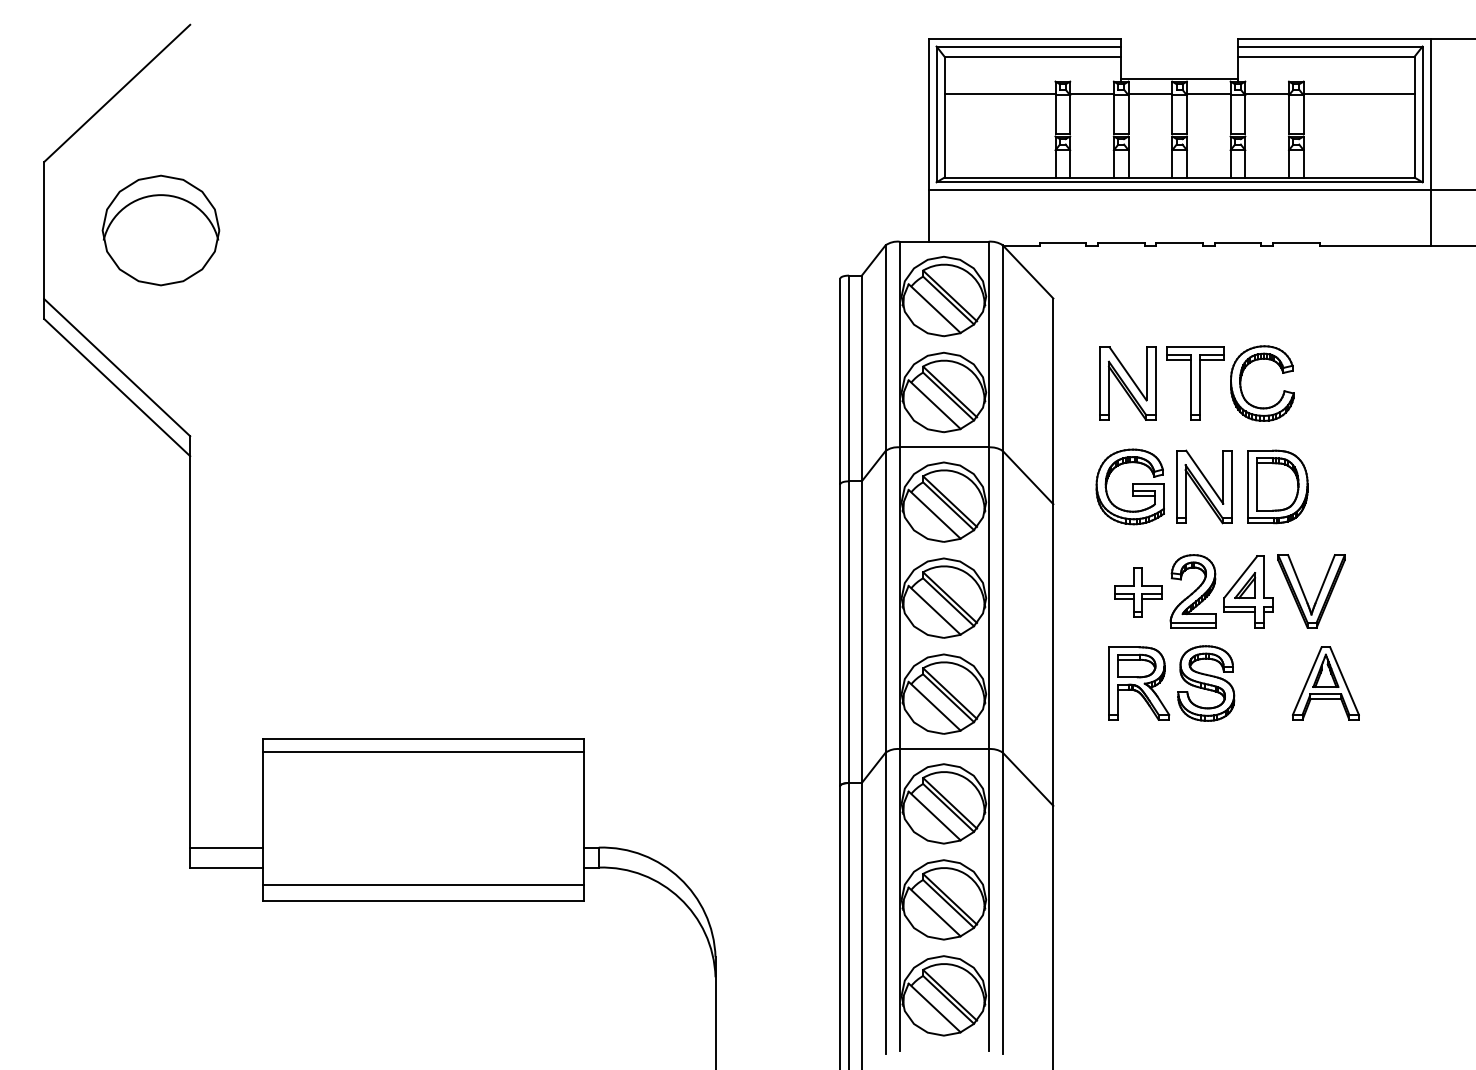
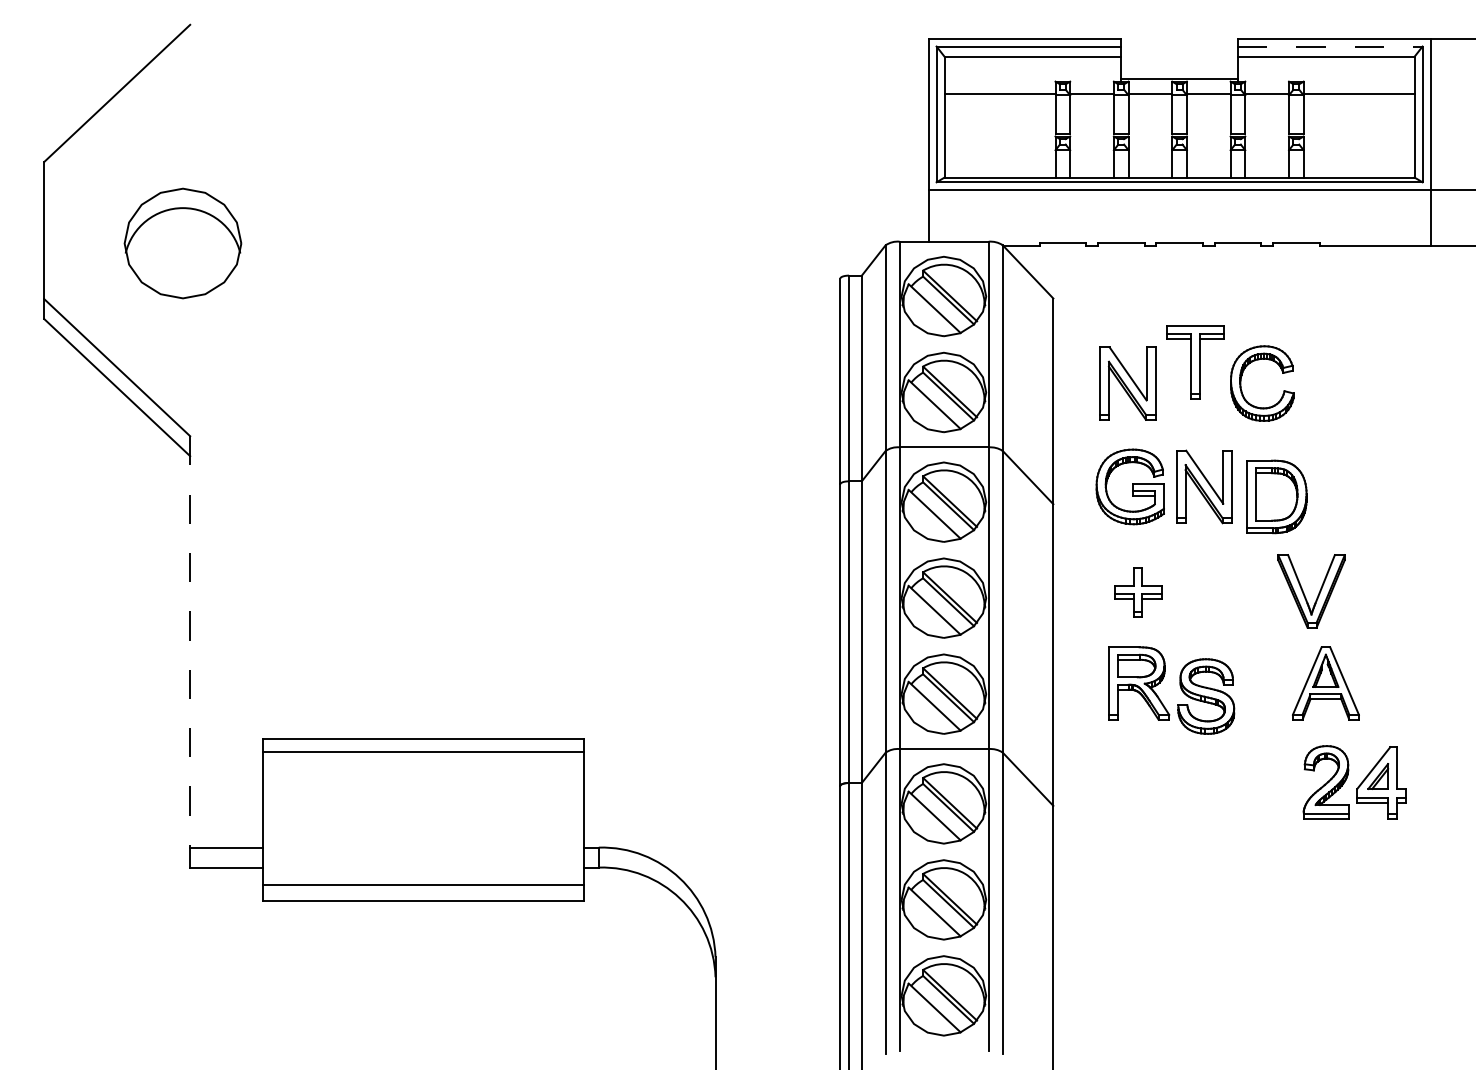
line at (1330, 46): solid -> dashed
part at (160, 230) position: (160, 230) -> (182, 243)
part at (1195, 383) position: (1195, 383) -> (1195, 362)
part at (1277, 486) position: (1277, 486) -> (1276, 496)
part at (1221, 591) position: (1221, 591) -> (1354, 782)
line at (190, 641): solid -> dashed
part at (1206, 683) position: (1206, 683) -> (1206, 696)
